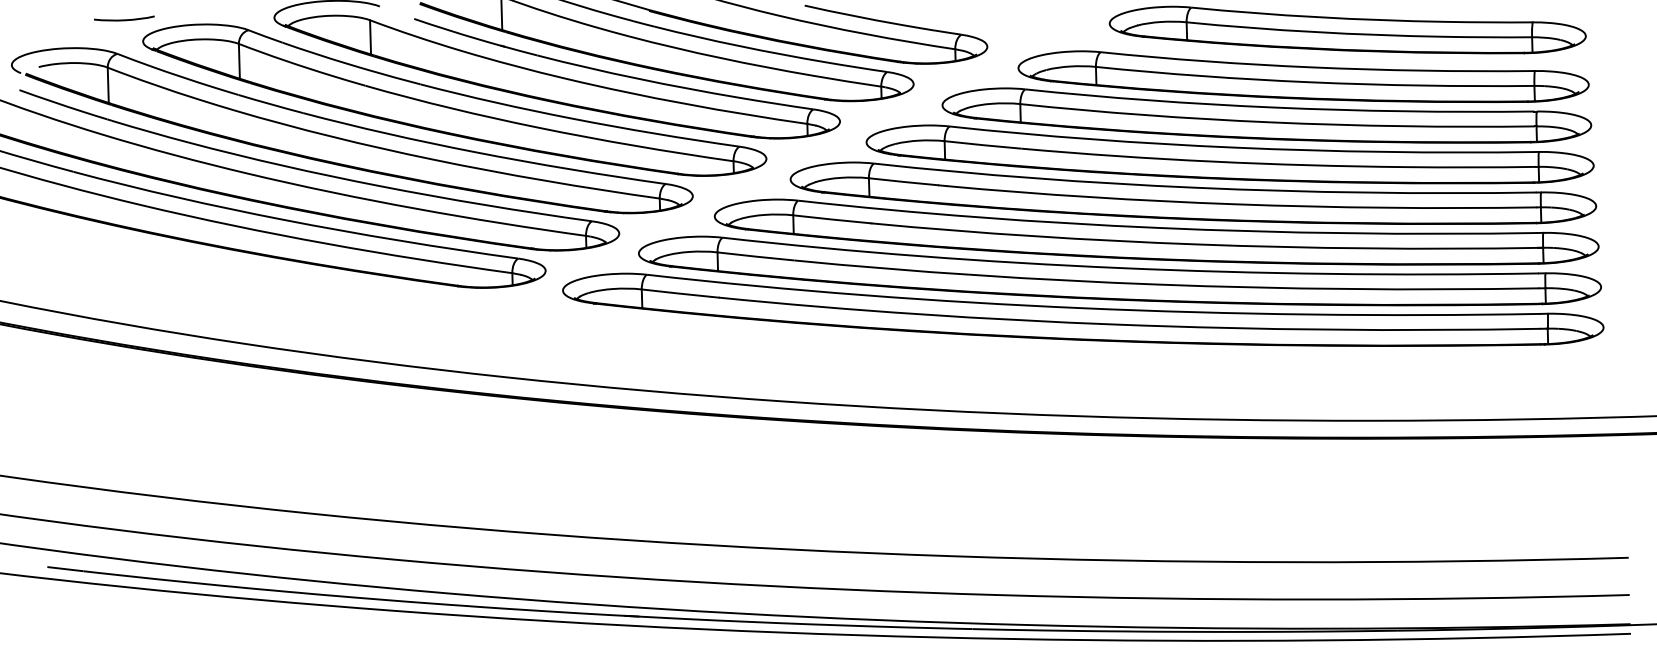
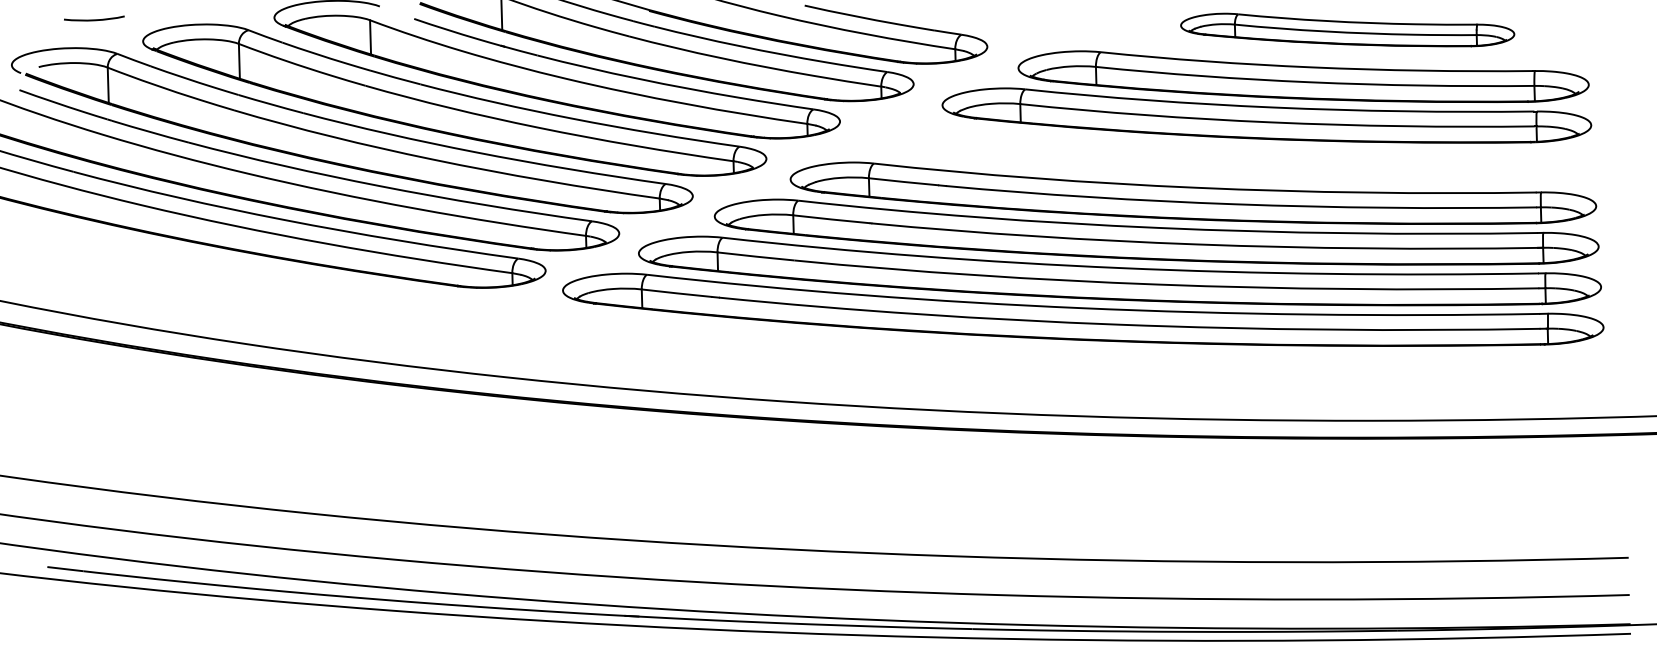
curve at (124, 19) position: (124, 19) -> (94, 19)
part at (1347, 29) size: 479x50 px -> 336x36 px
part at (1229, 154): present -> none
